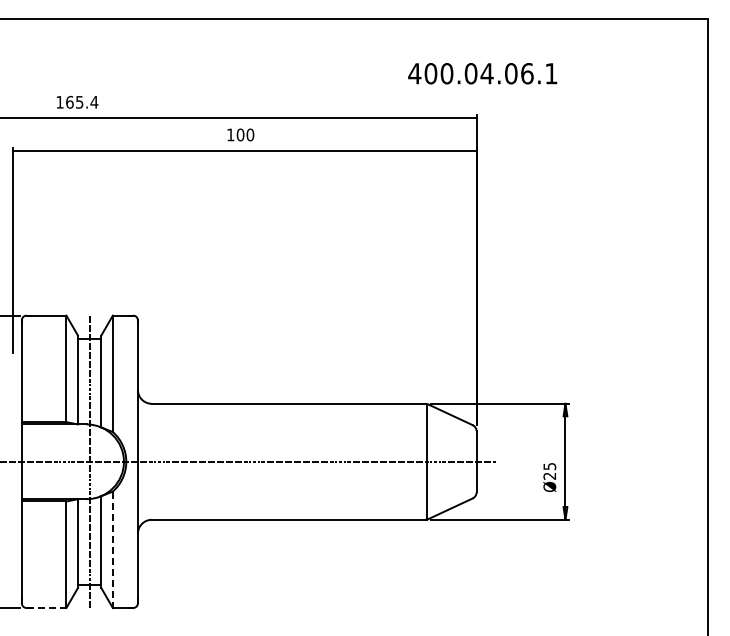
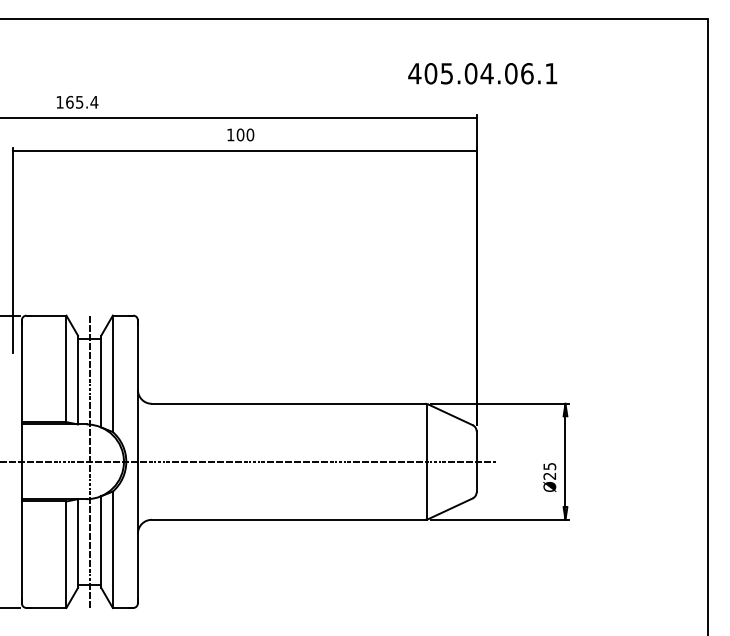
text at (446, 73): 400.04.06.1 -> 405.04.06.1
line at (112, 550): dashed -> solid
line at (46, 607): dashed -> solid
